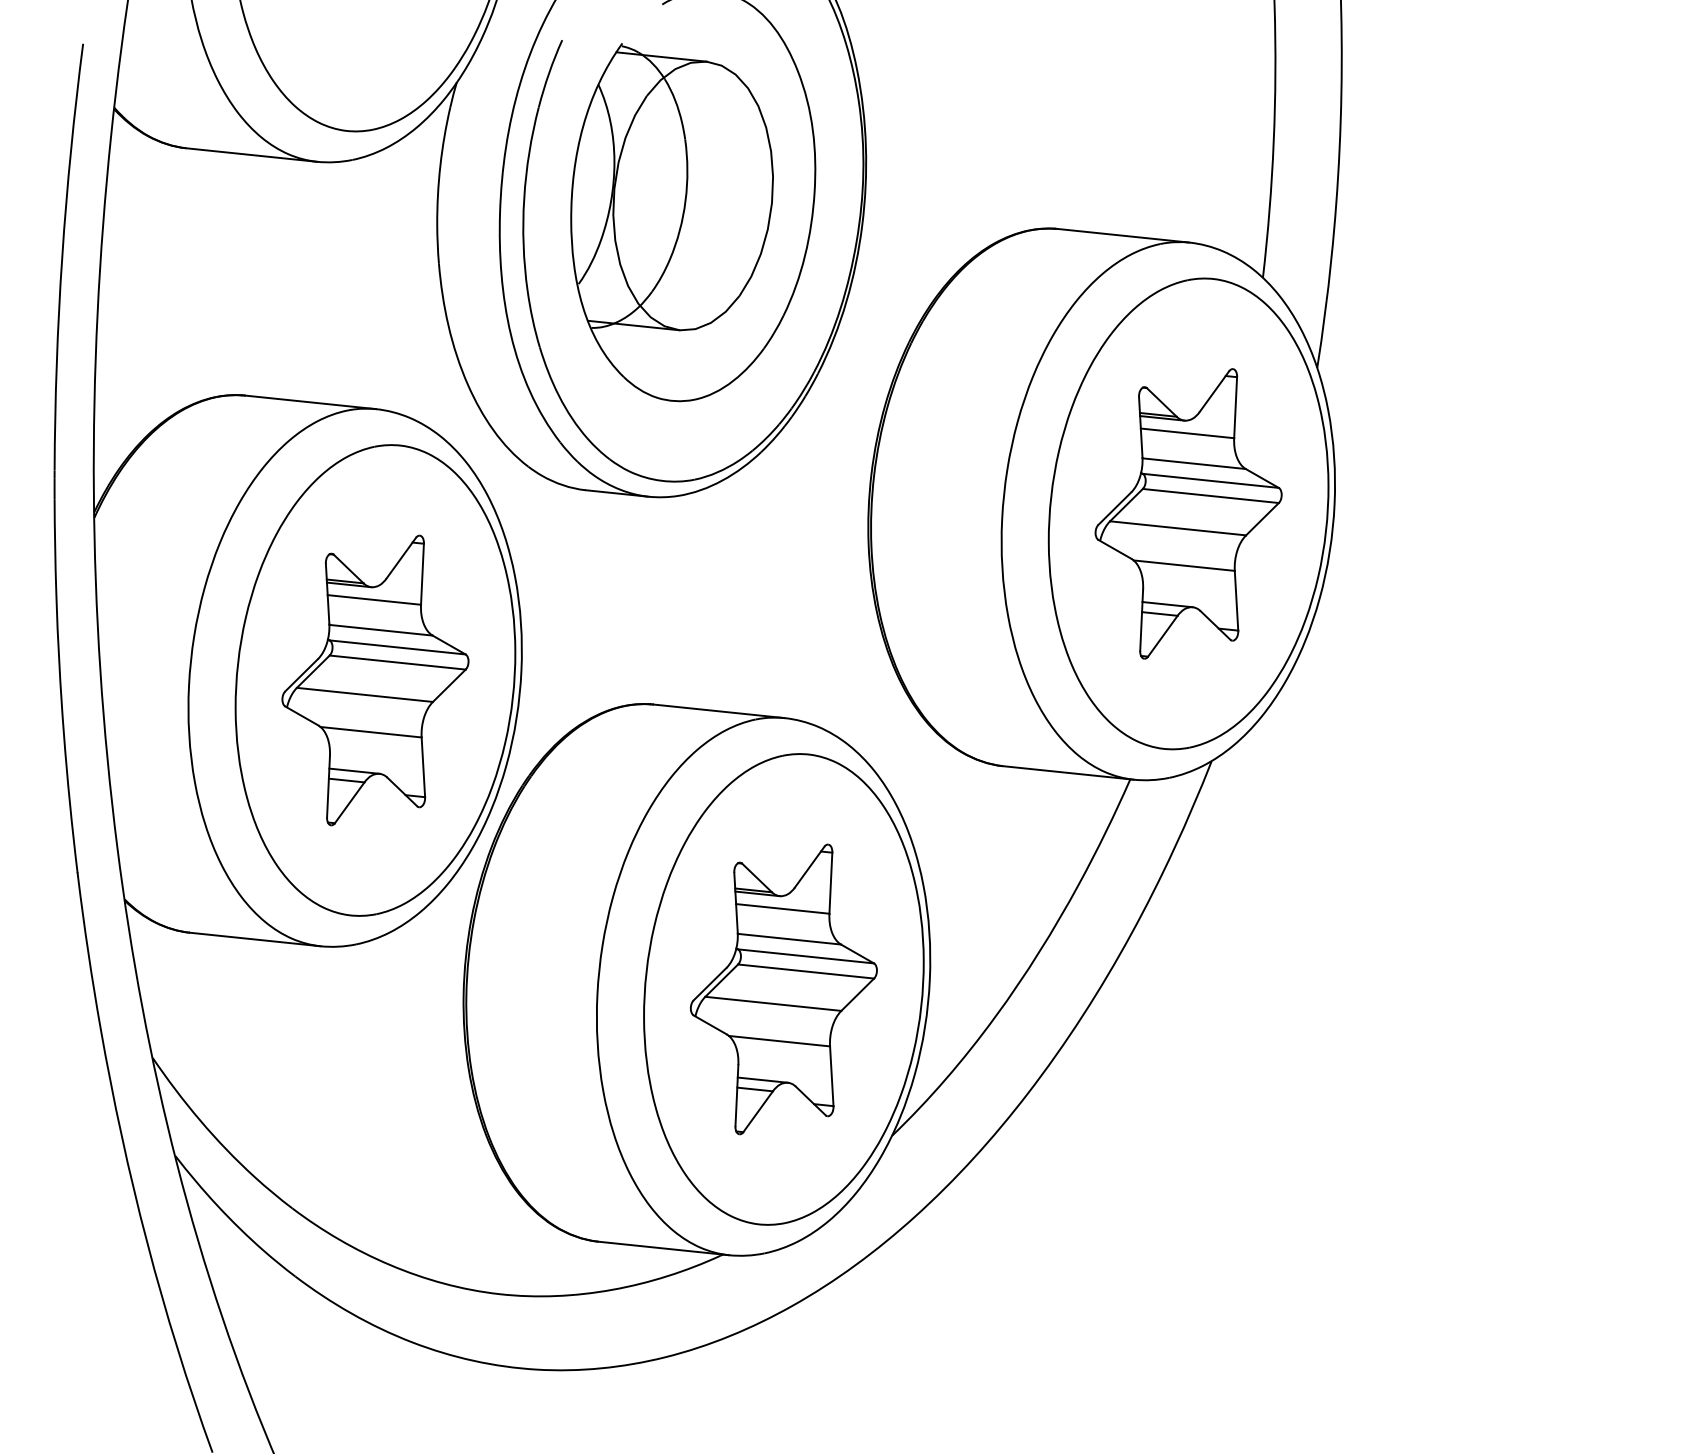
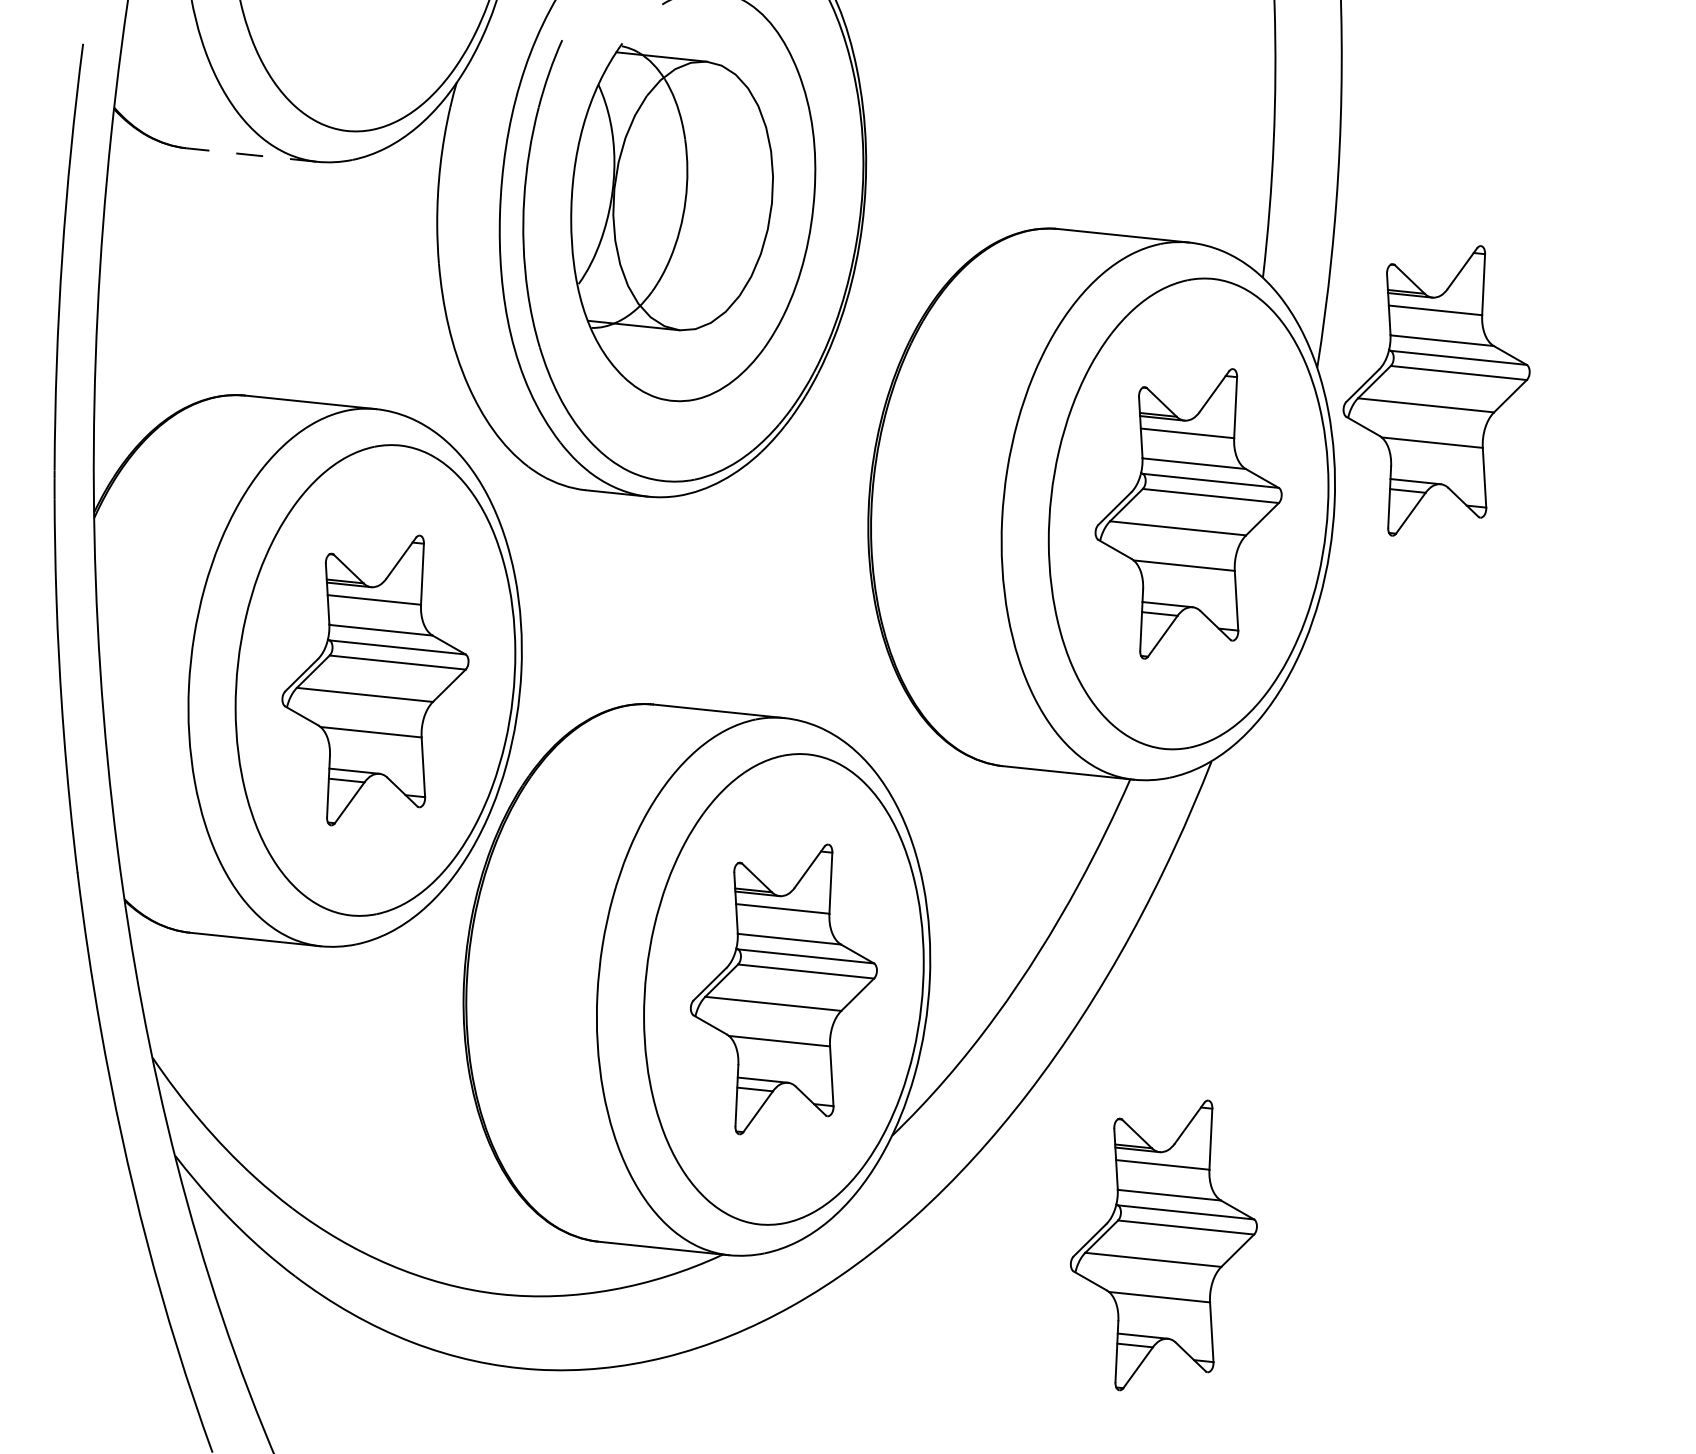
line at (251, 155): solid -> dashed
part at (1436, 390): none -> present
part at (1163, 1245): none -> present
